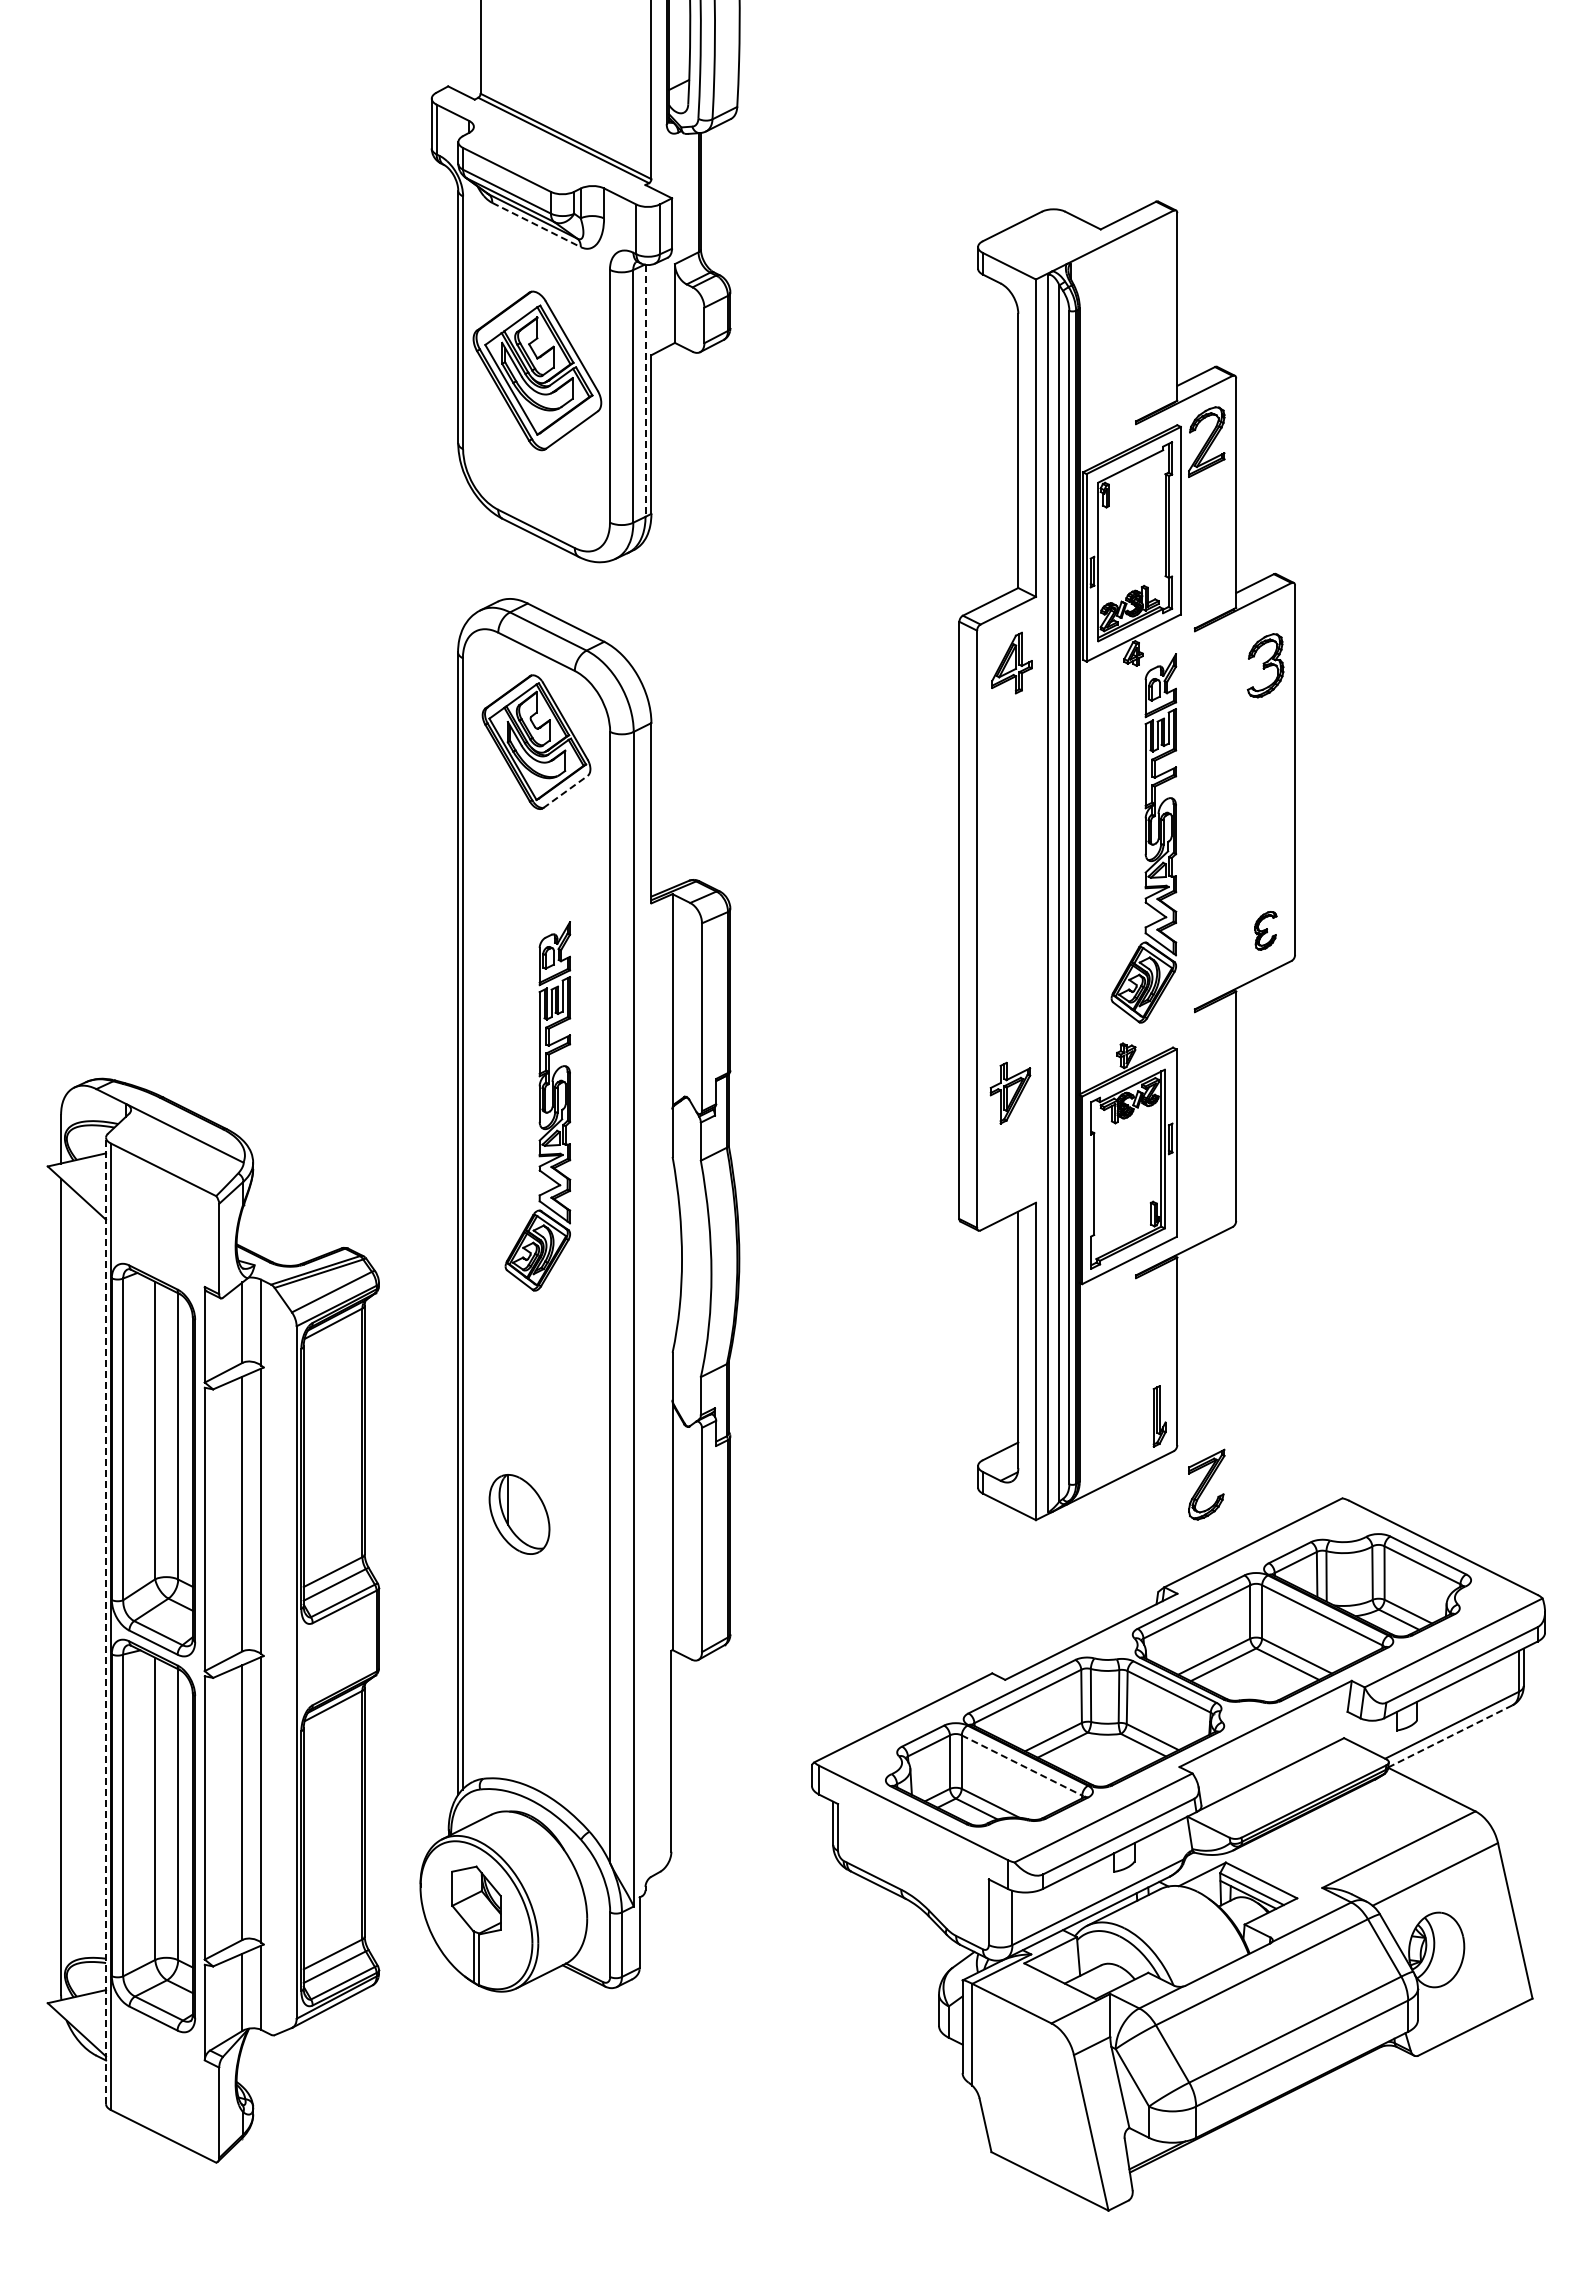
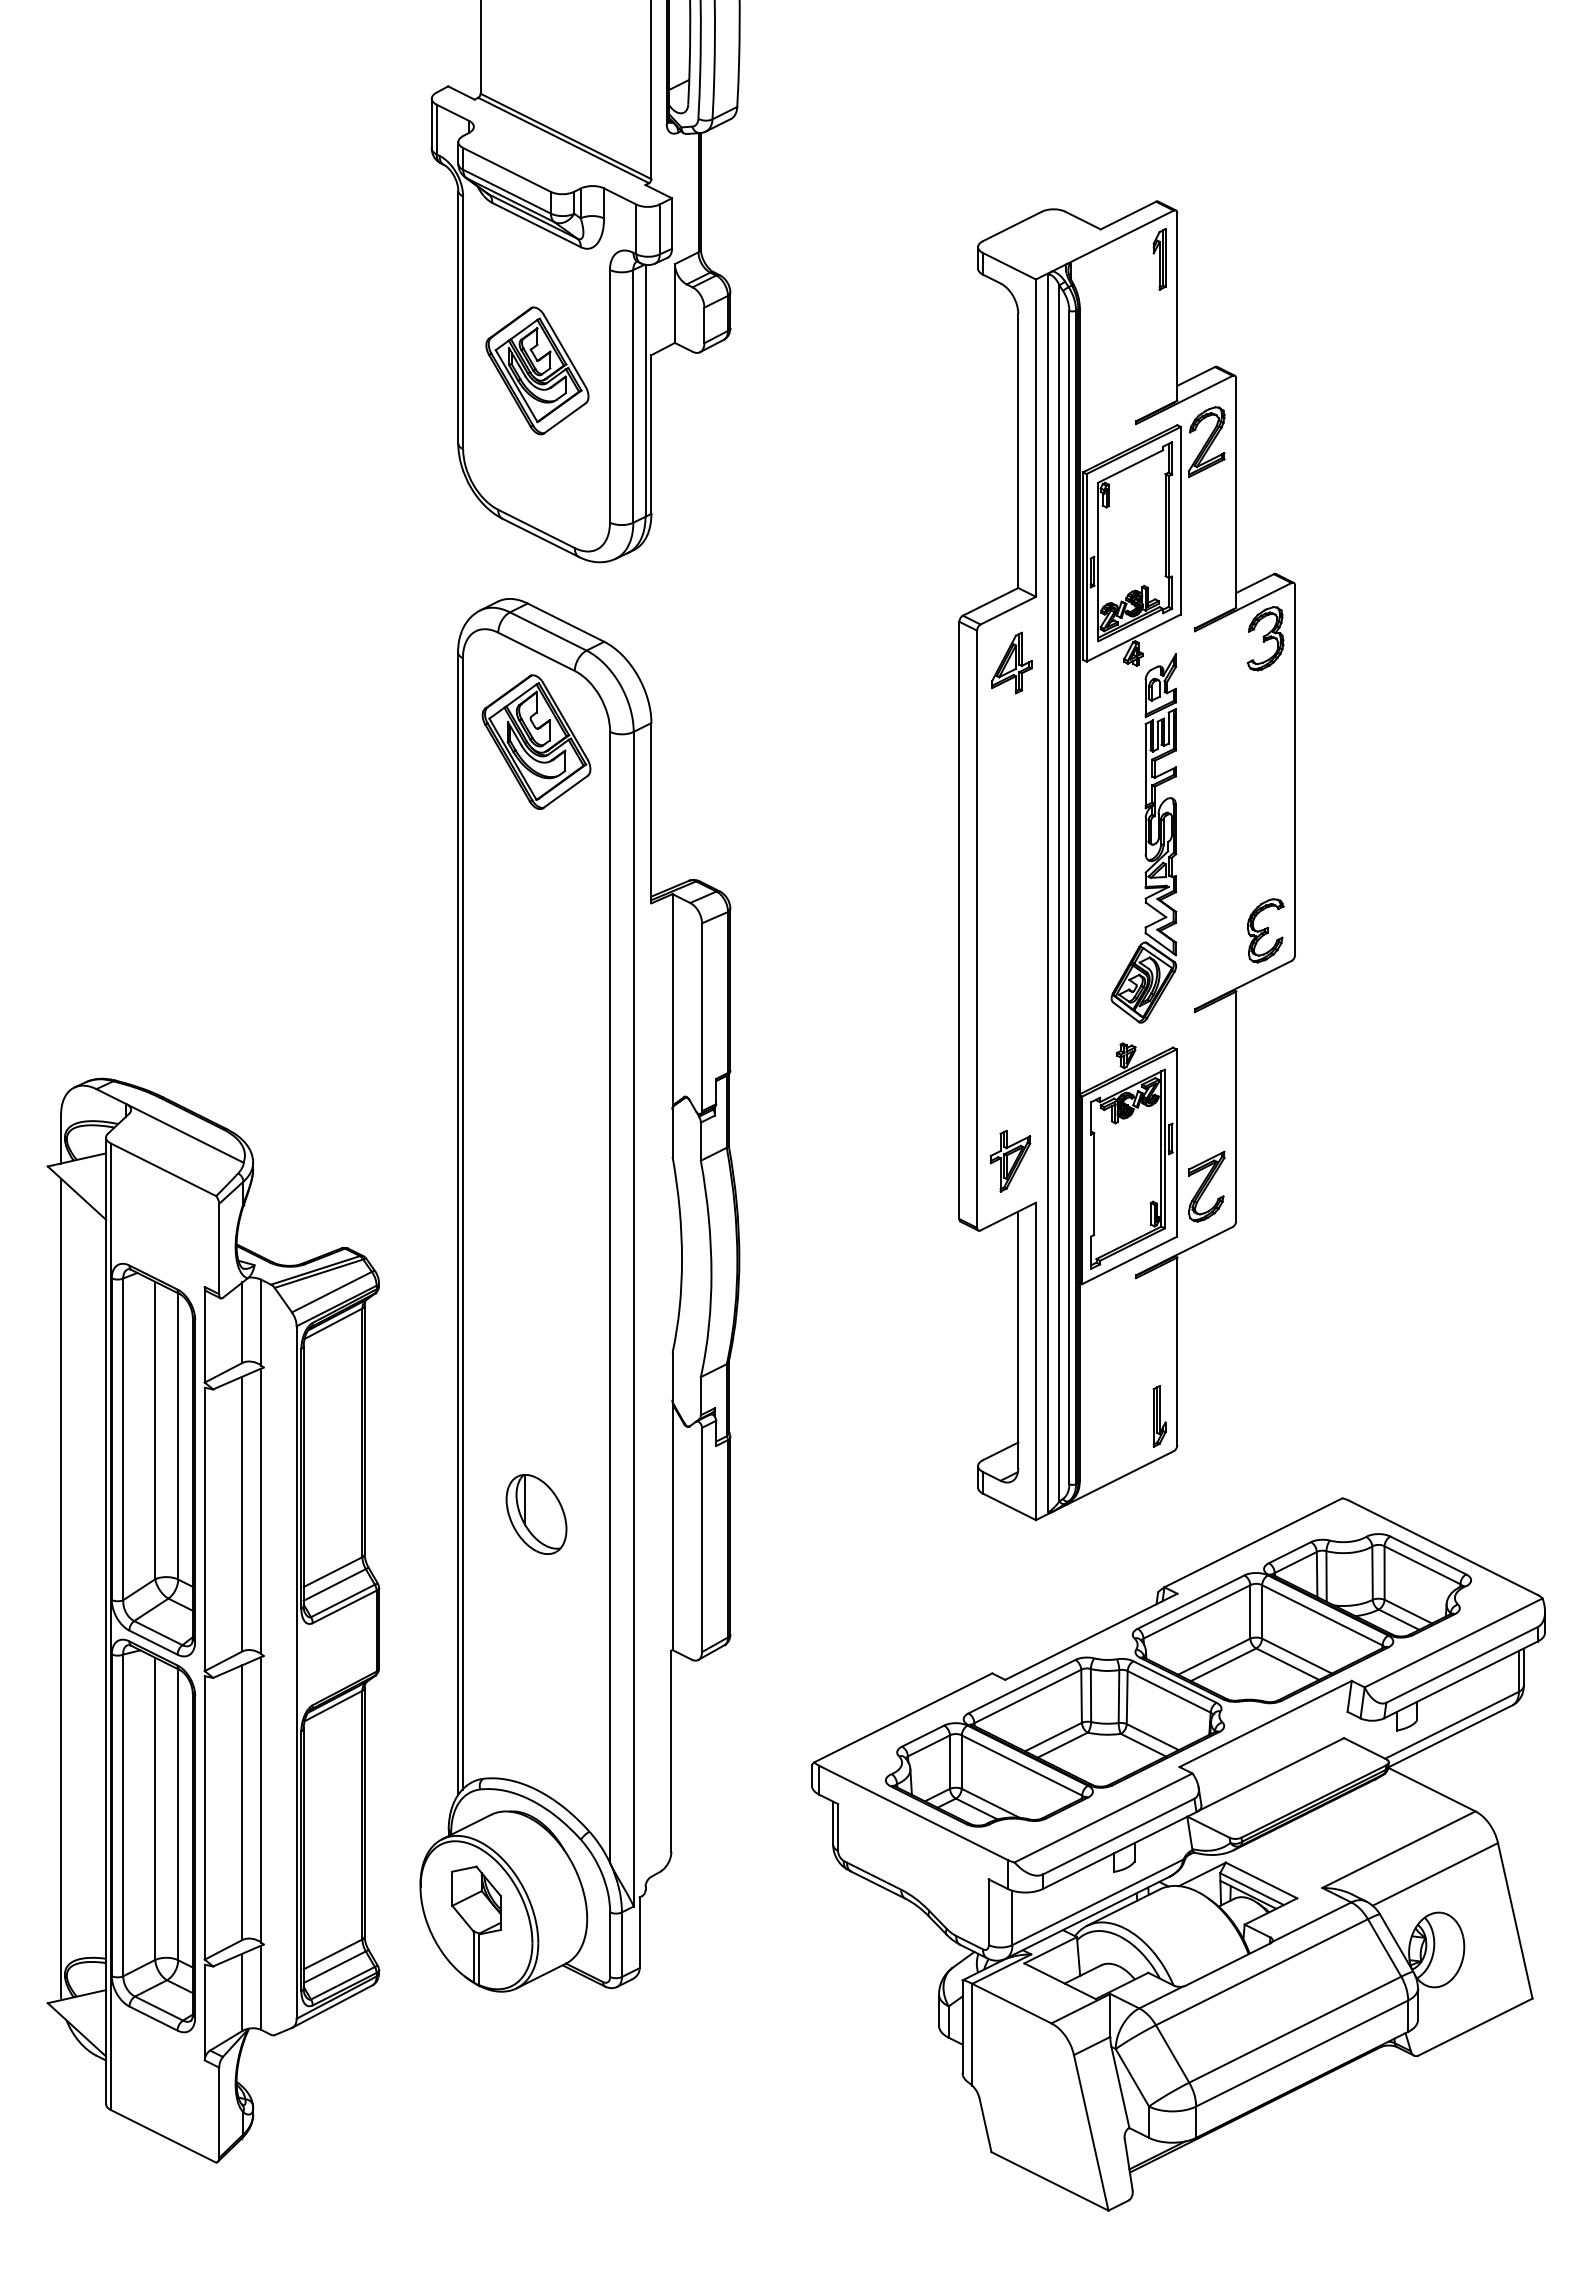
line at (537, 225): dashed -> solid
part at (1159, 259): none -> present
part at (537, 370) size: 131x162 px -> 105x130 px
line at (645, 390): dashed -> solid
part at (1265, 665) position: (1265, 665) -> (1265, 638)
line at (565, 791): dashed -> solid
part at (1265, 930) size: 24x40 px -> 38x66 px
part at (1010, 1092) position: (1010, 1092) -> (1010, 1160)
part at (537, 1106): present -> none
part at (1206, 1484) position: (1206, 1484) -> (1206, 1186)
part at (519, 1514) position: (519, 1514) -> (536, 1514)
line at (106, 1620): dashed -> solid
line at (1449, 1736): dashed -> solid
line at (1022, 1765): dashed -> solid
